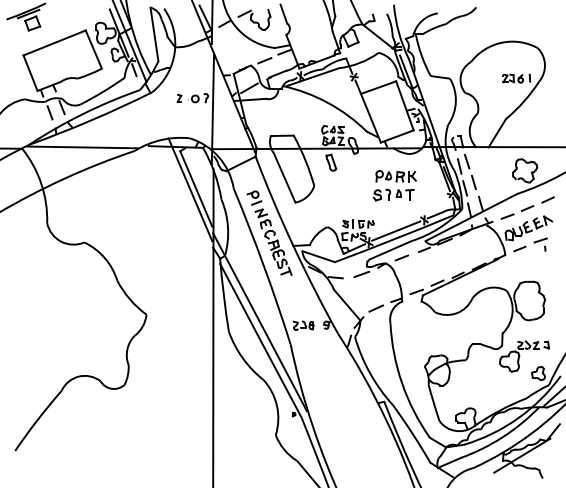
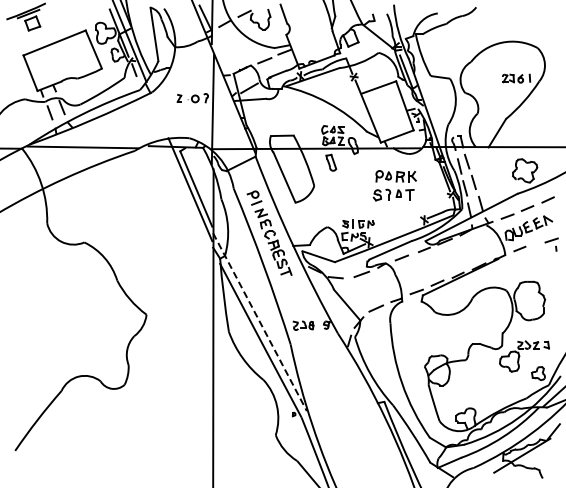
line at (396, 230): present -> none
part at (540, 244) position: (540, 244) -> (551, 244)
line at (260, 322): solid -> dashed
